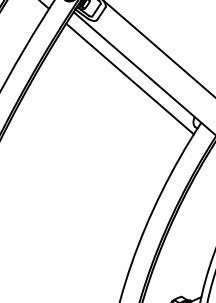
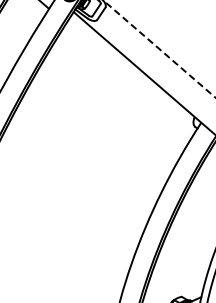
line at (159, 48): solid -> dashed
line at (129, 78): present -> none
